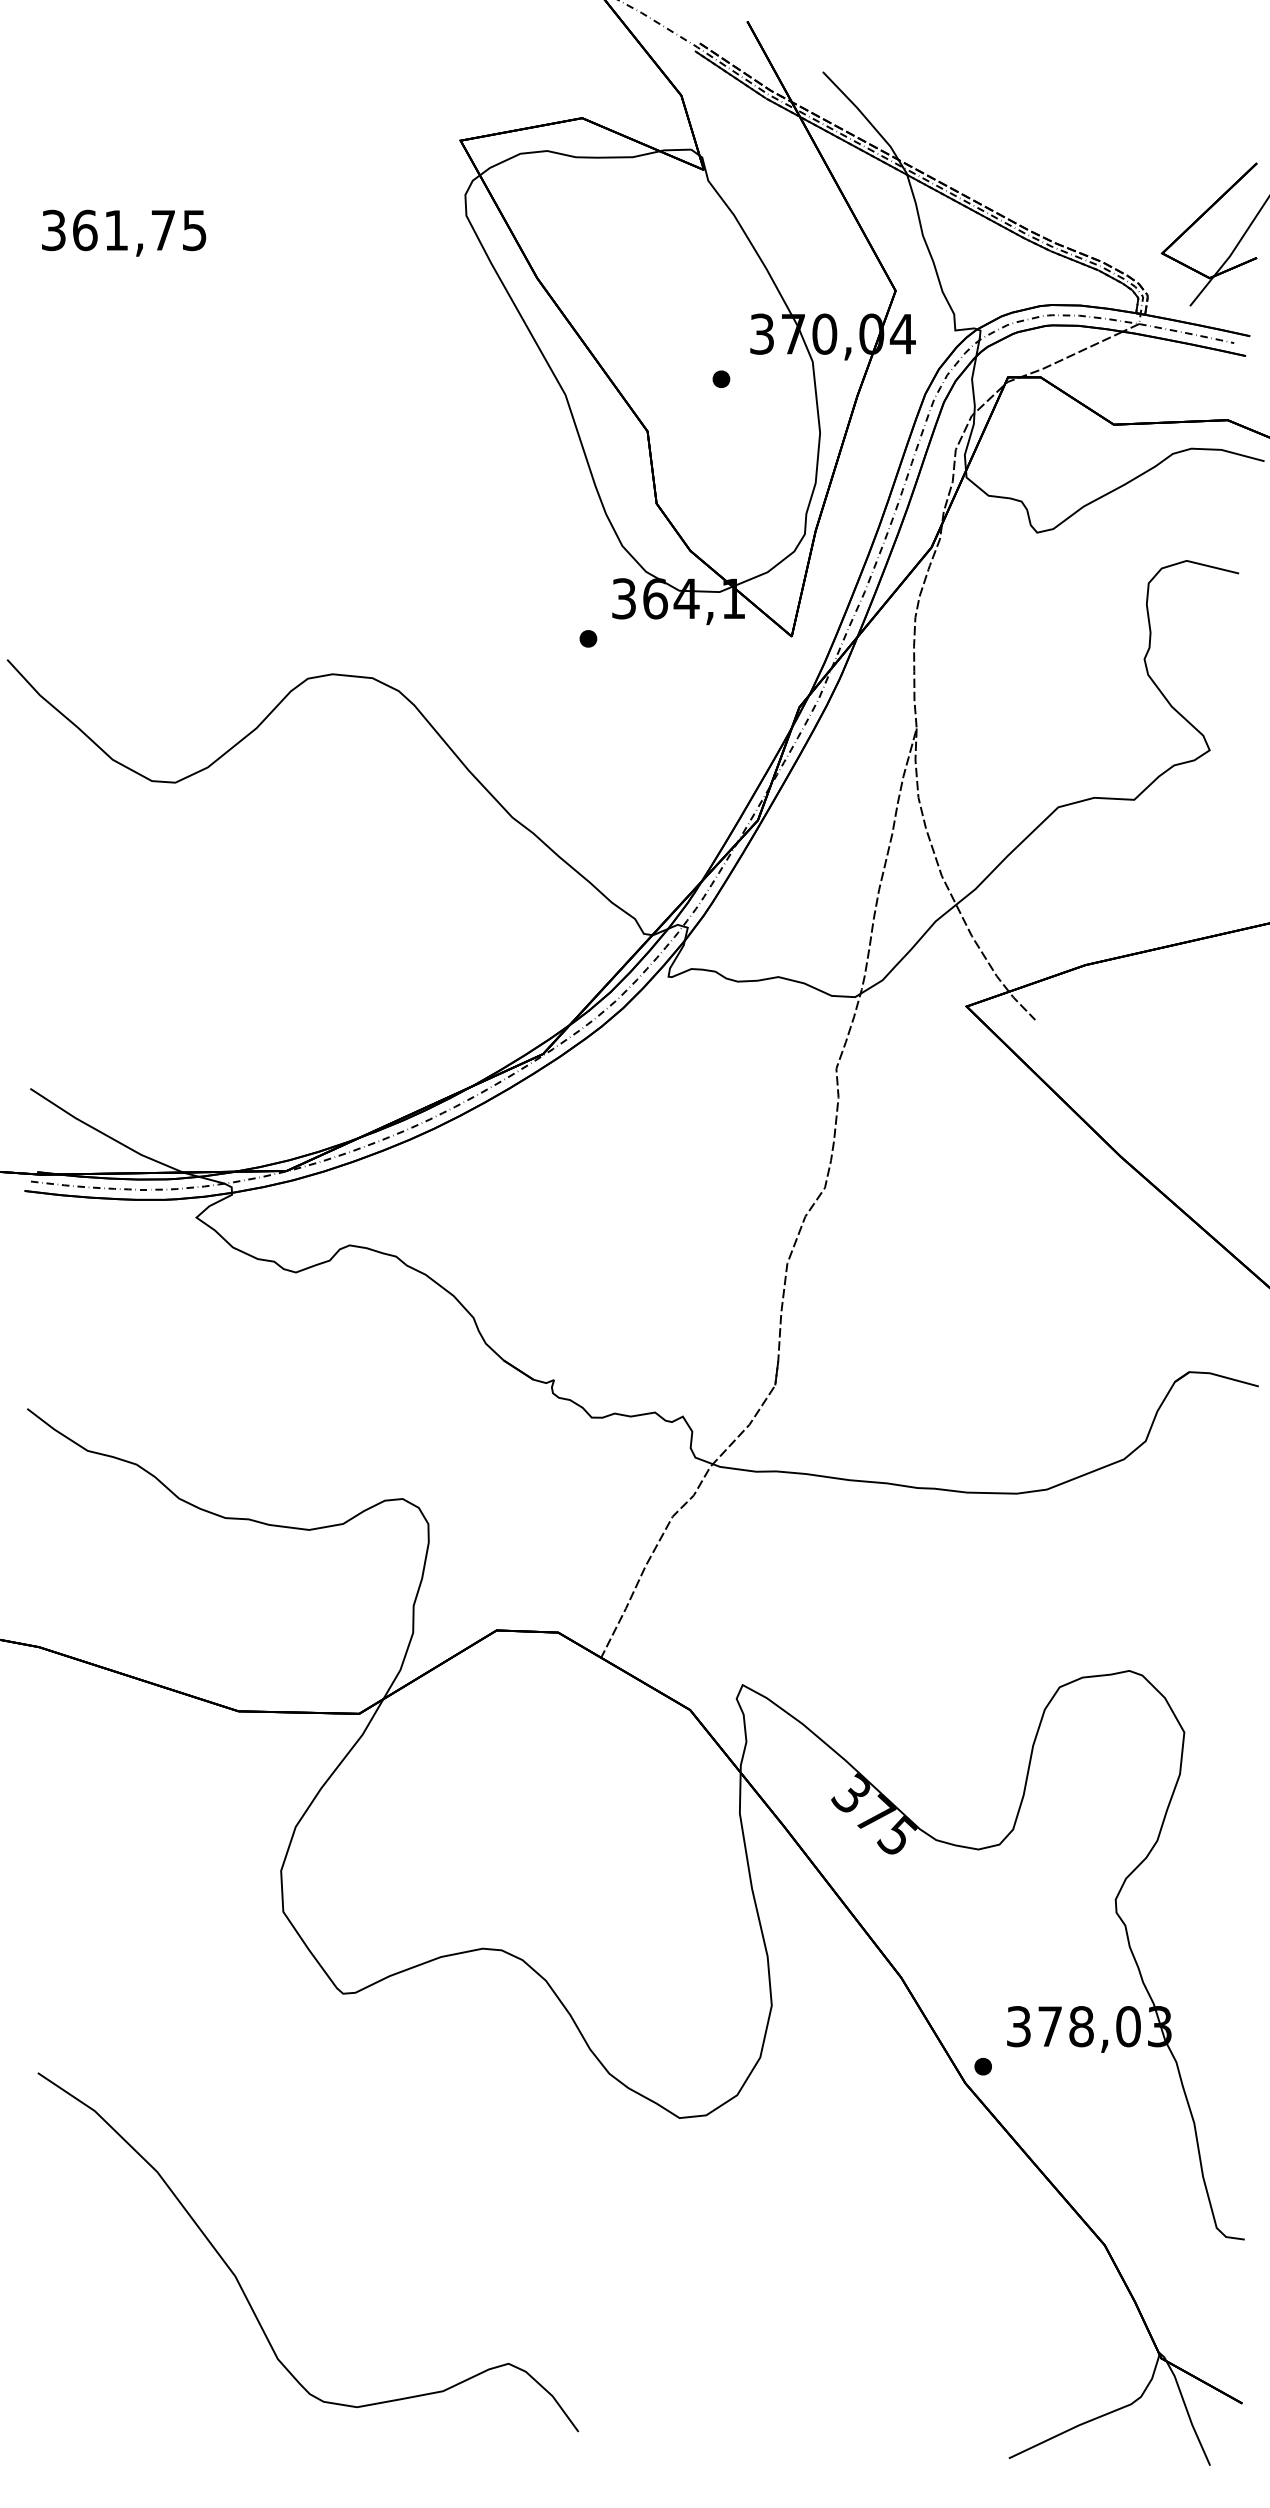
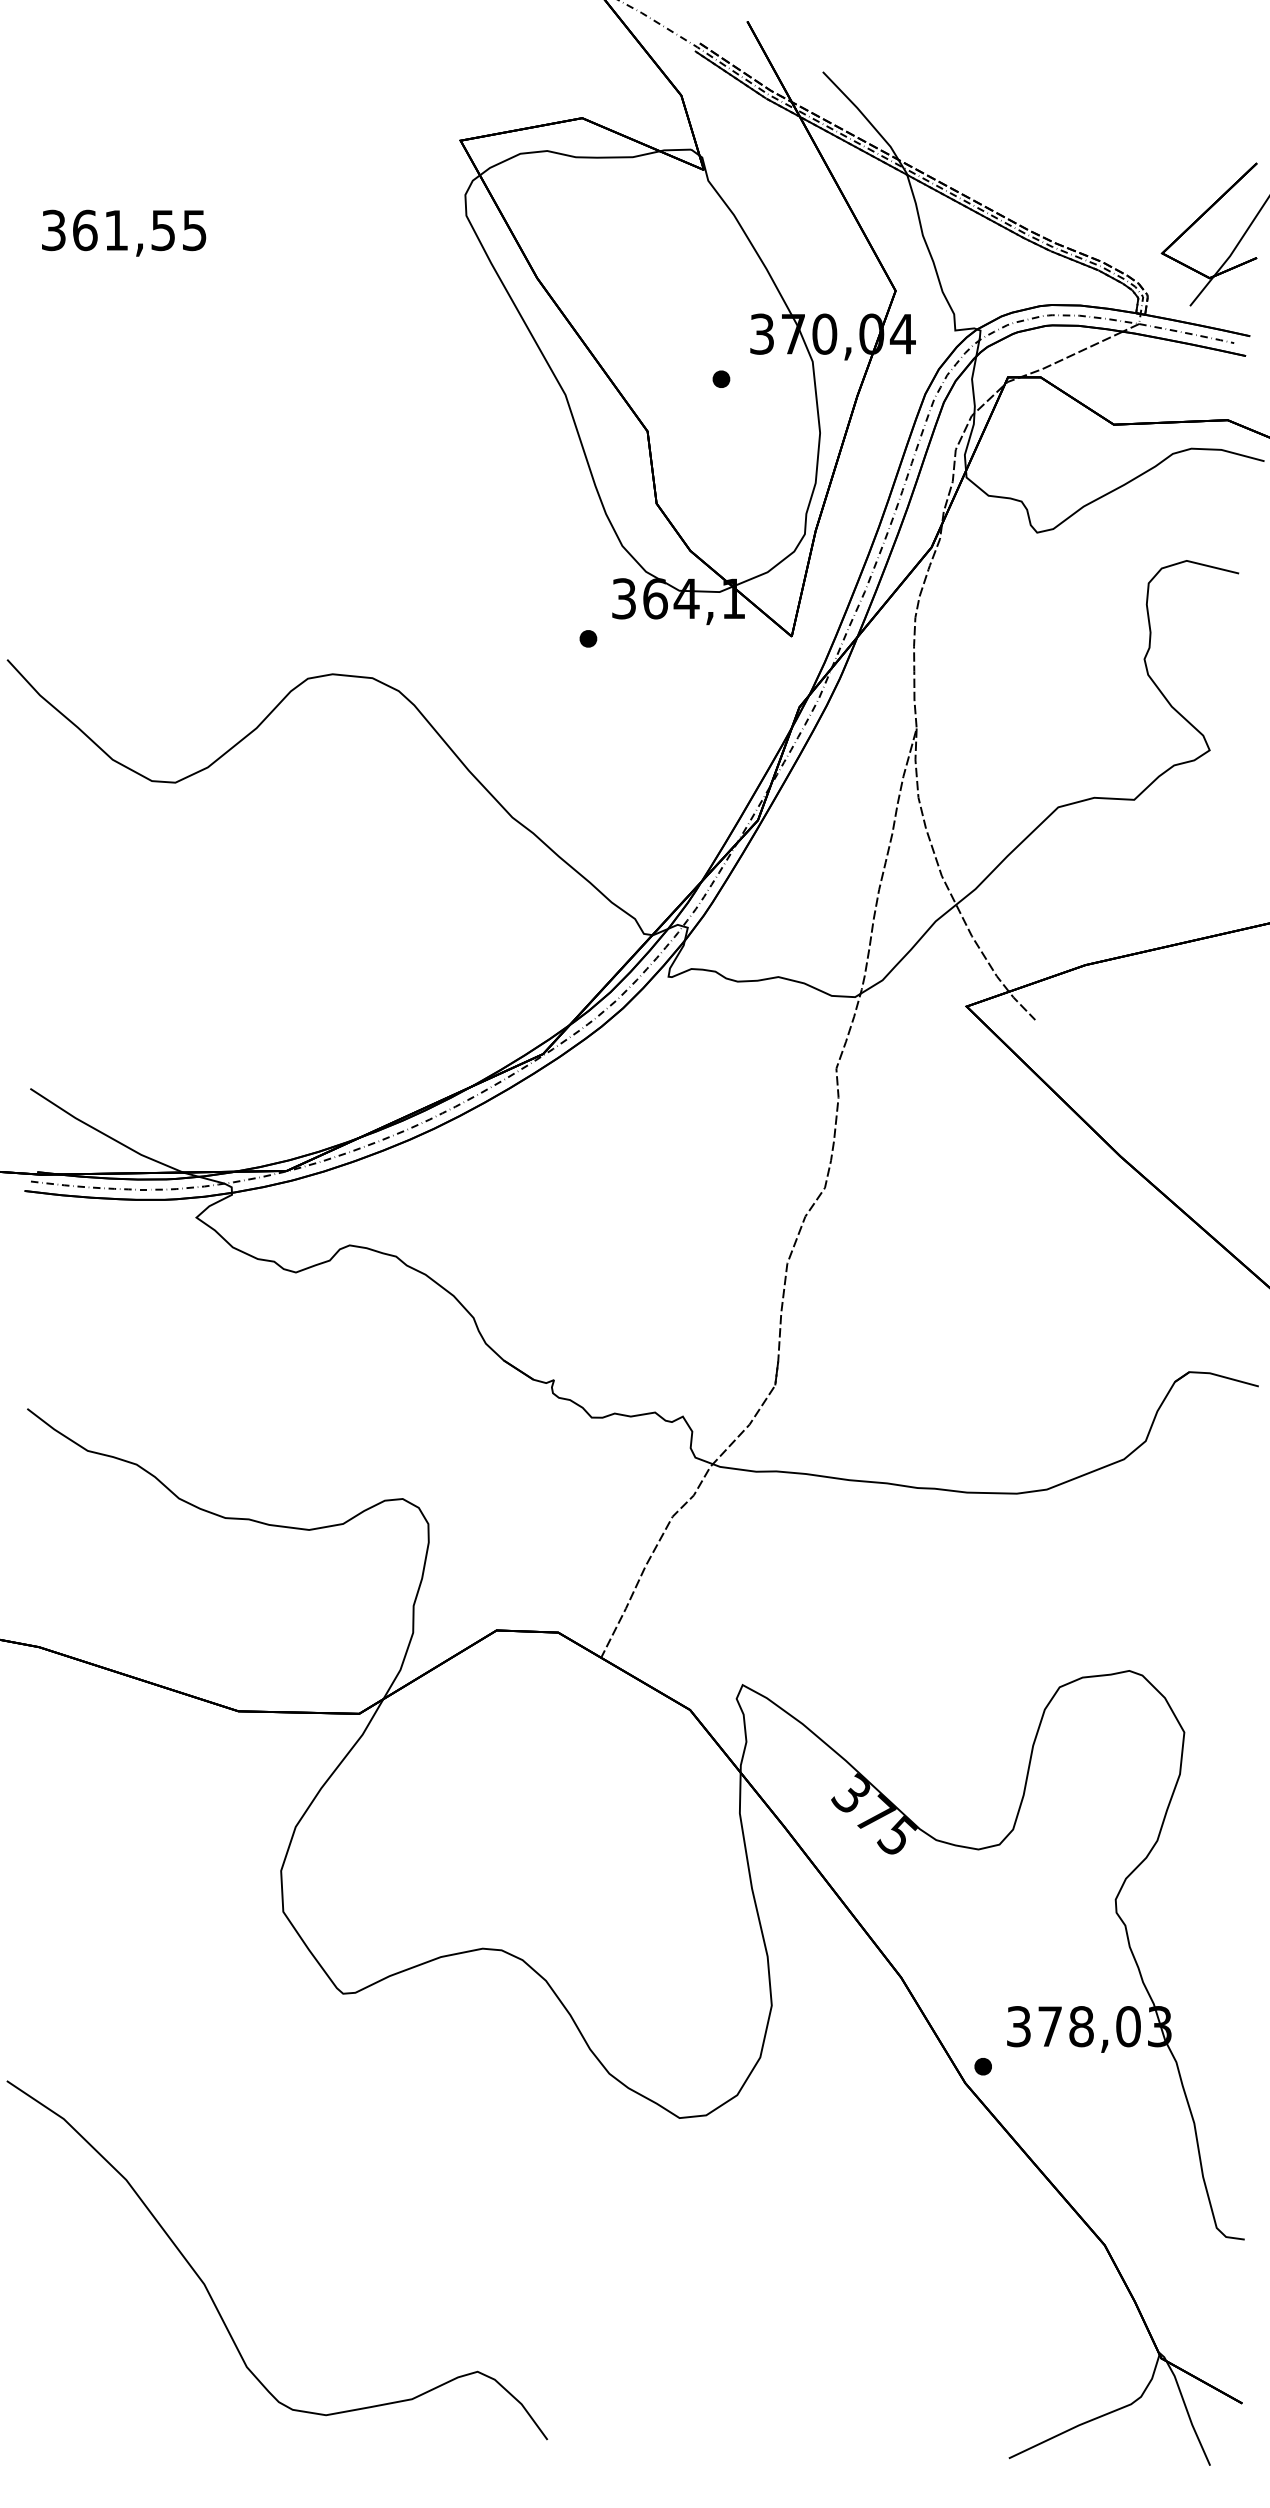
text at (162, 230): 361,75 -> 361,55
curve at (241, 2285) position: (241, 2285) -> (210, 2293)
